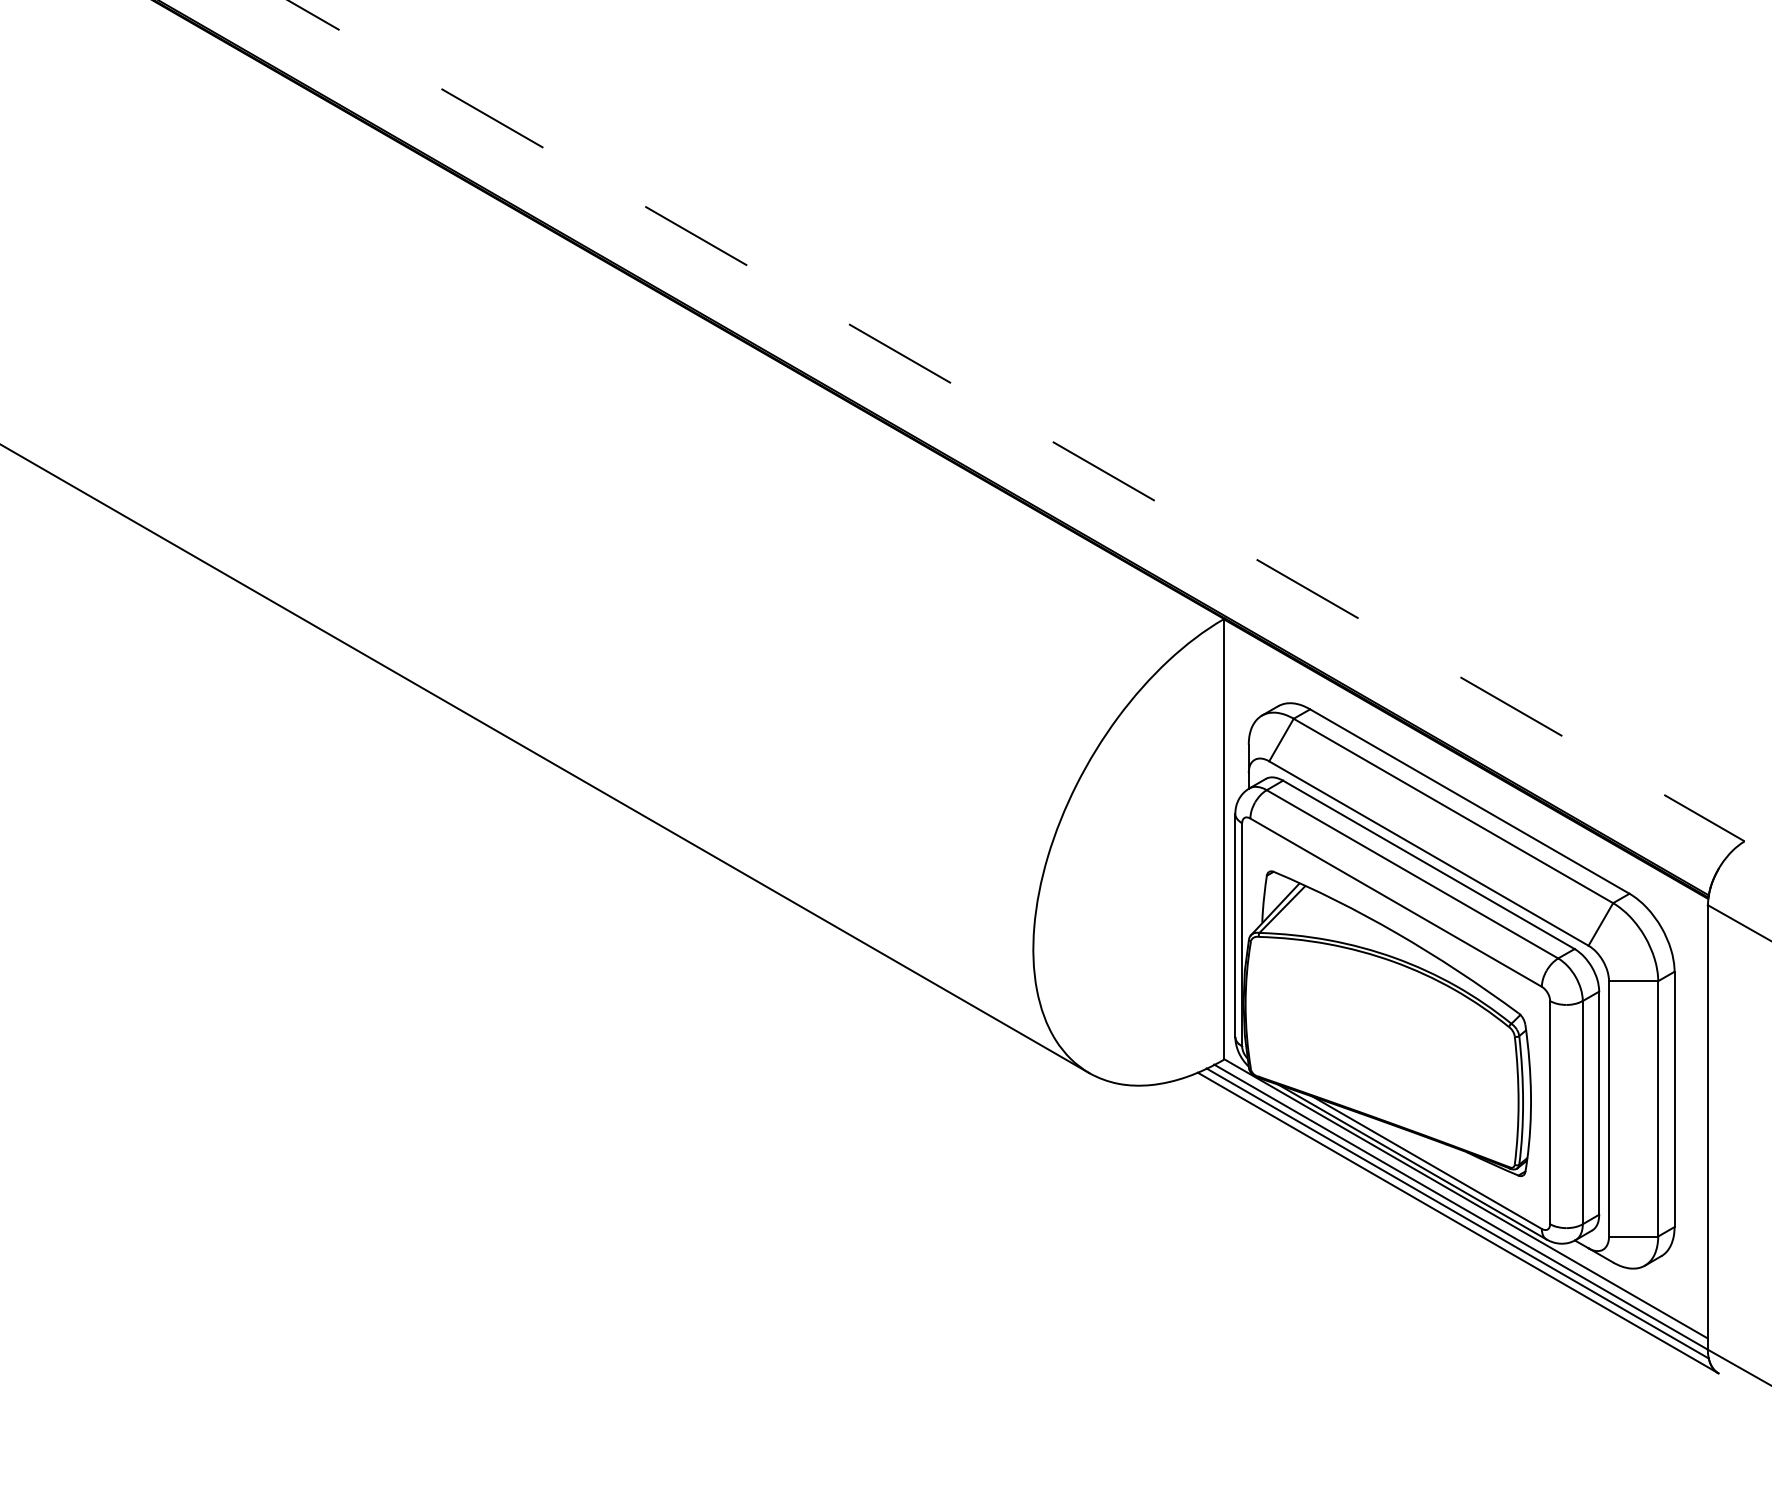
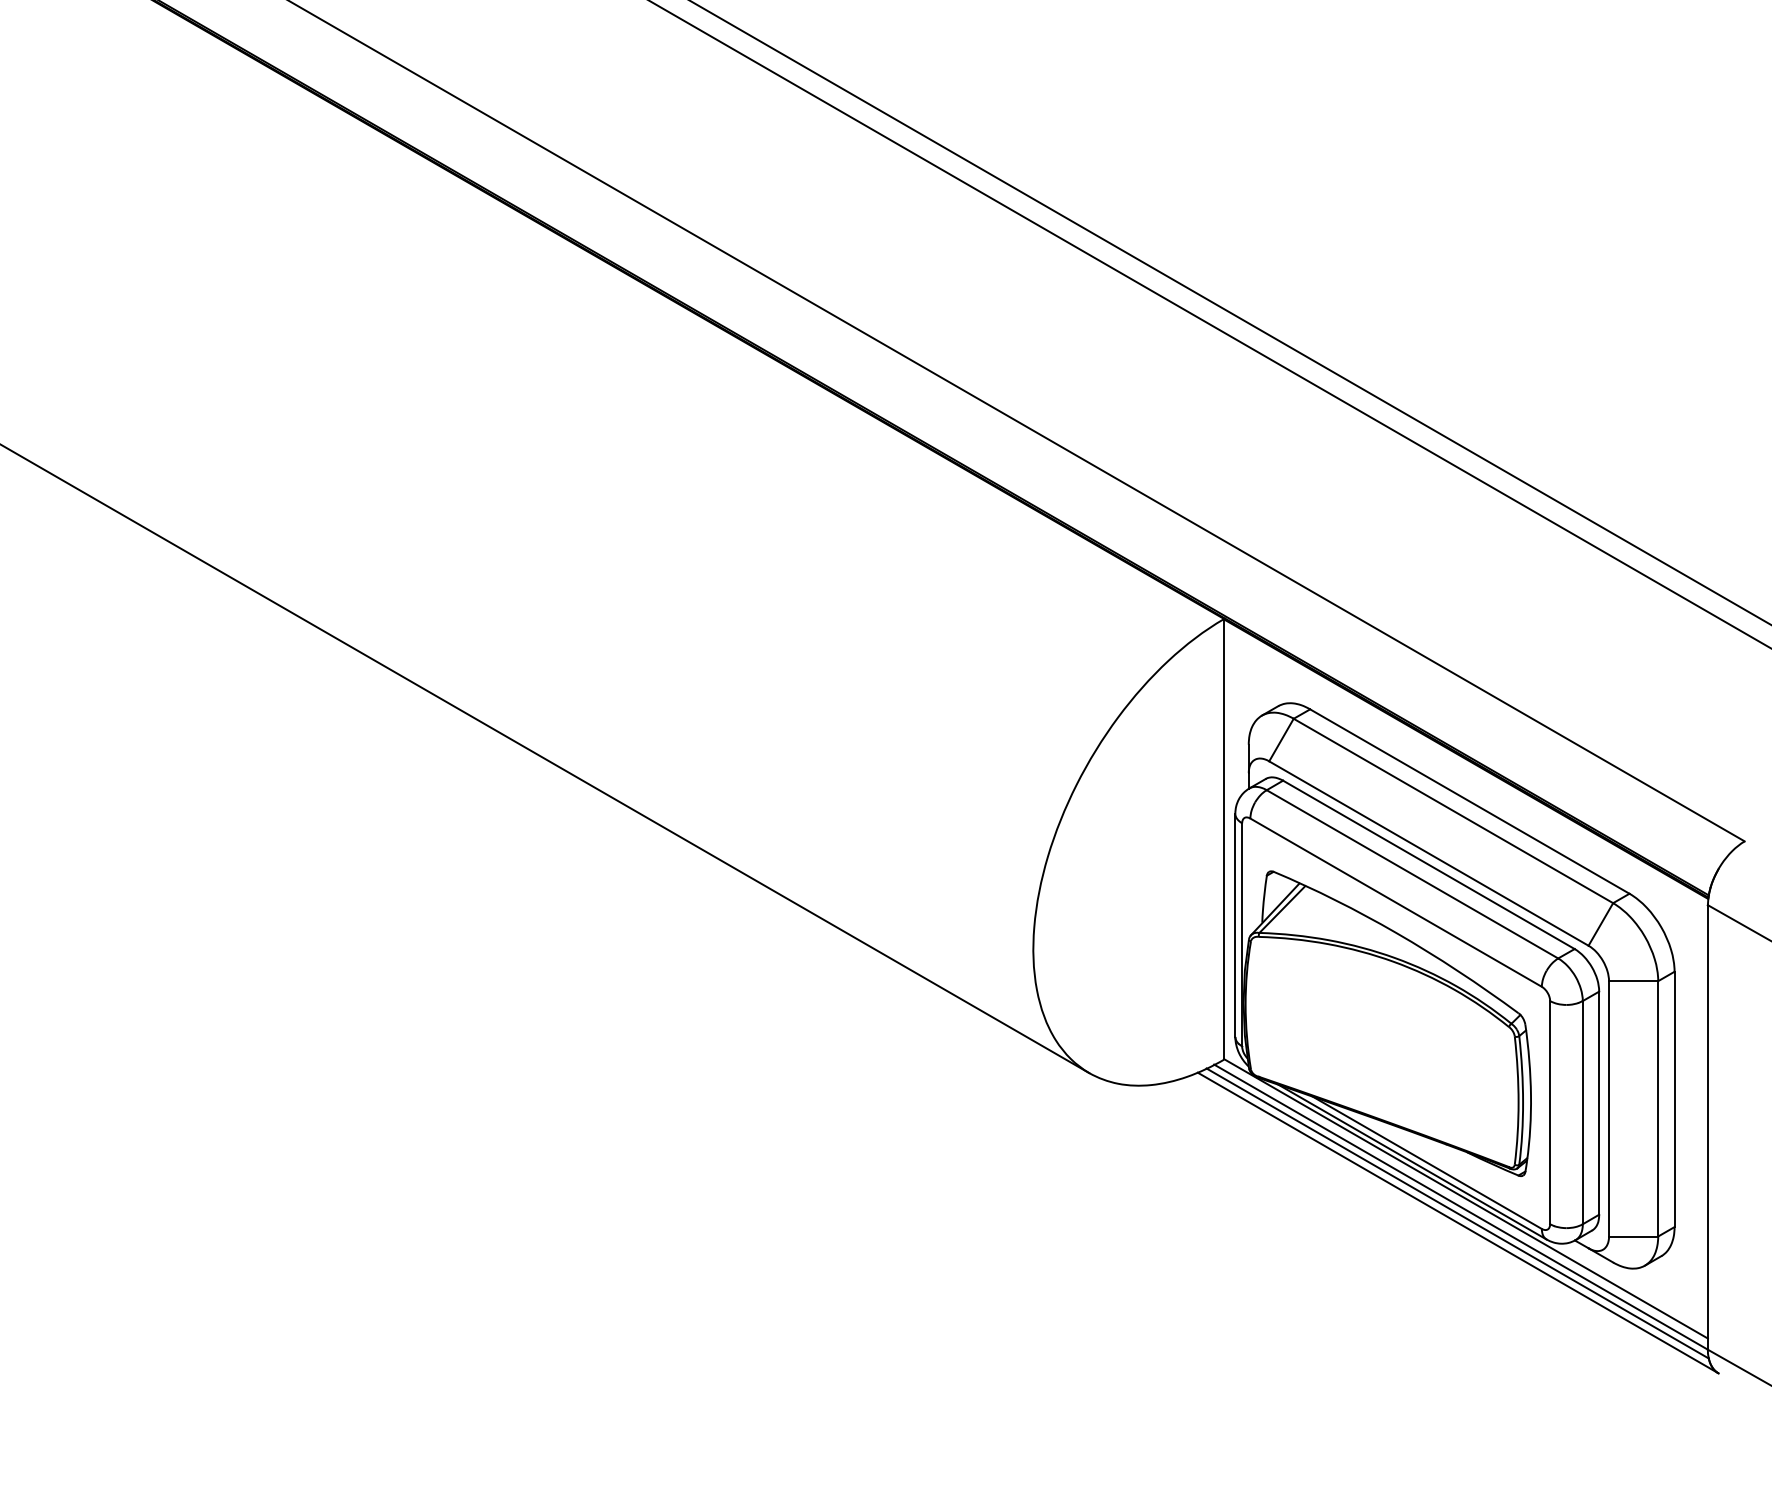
line at (1230, 312): none -> present
line at (1209, 324): none -> present
line at (1016, 420): dashed -> solid
